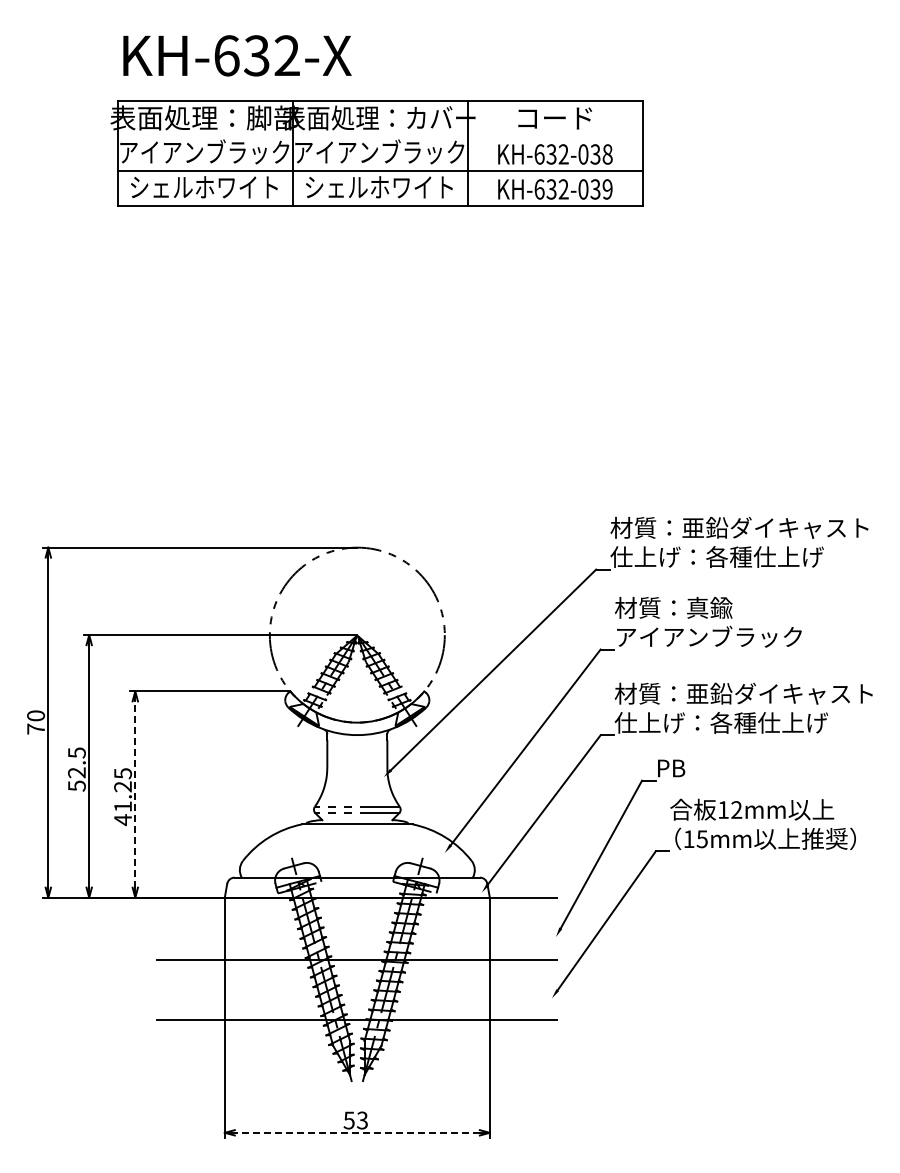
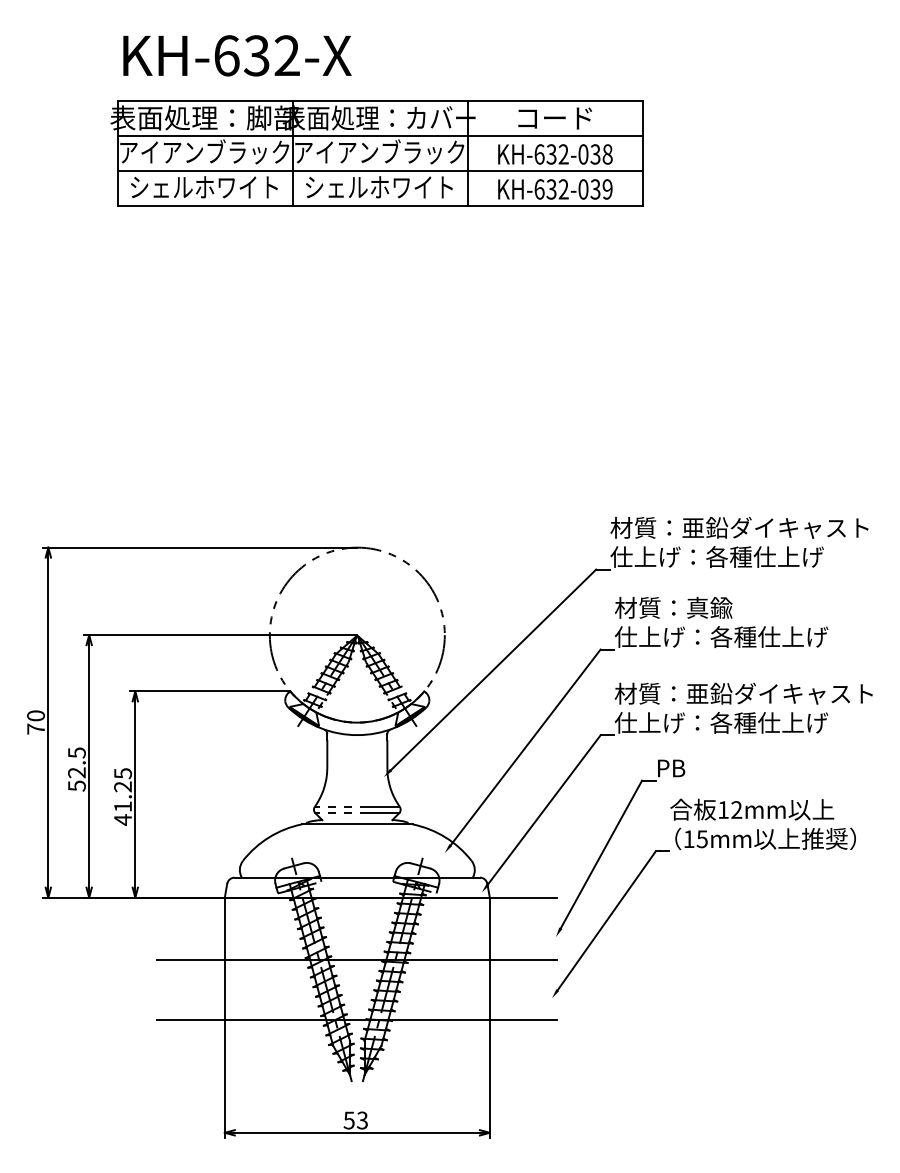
line at (379, 135): none -> present
text at (721, 636): アイアンブラック -> 仕上げ：各種仕上げ
line at (135, 794): dashed -> solid
line at (357, 1132): dashed -> solid
